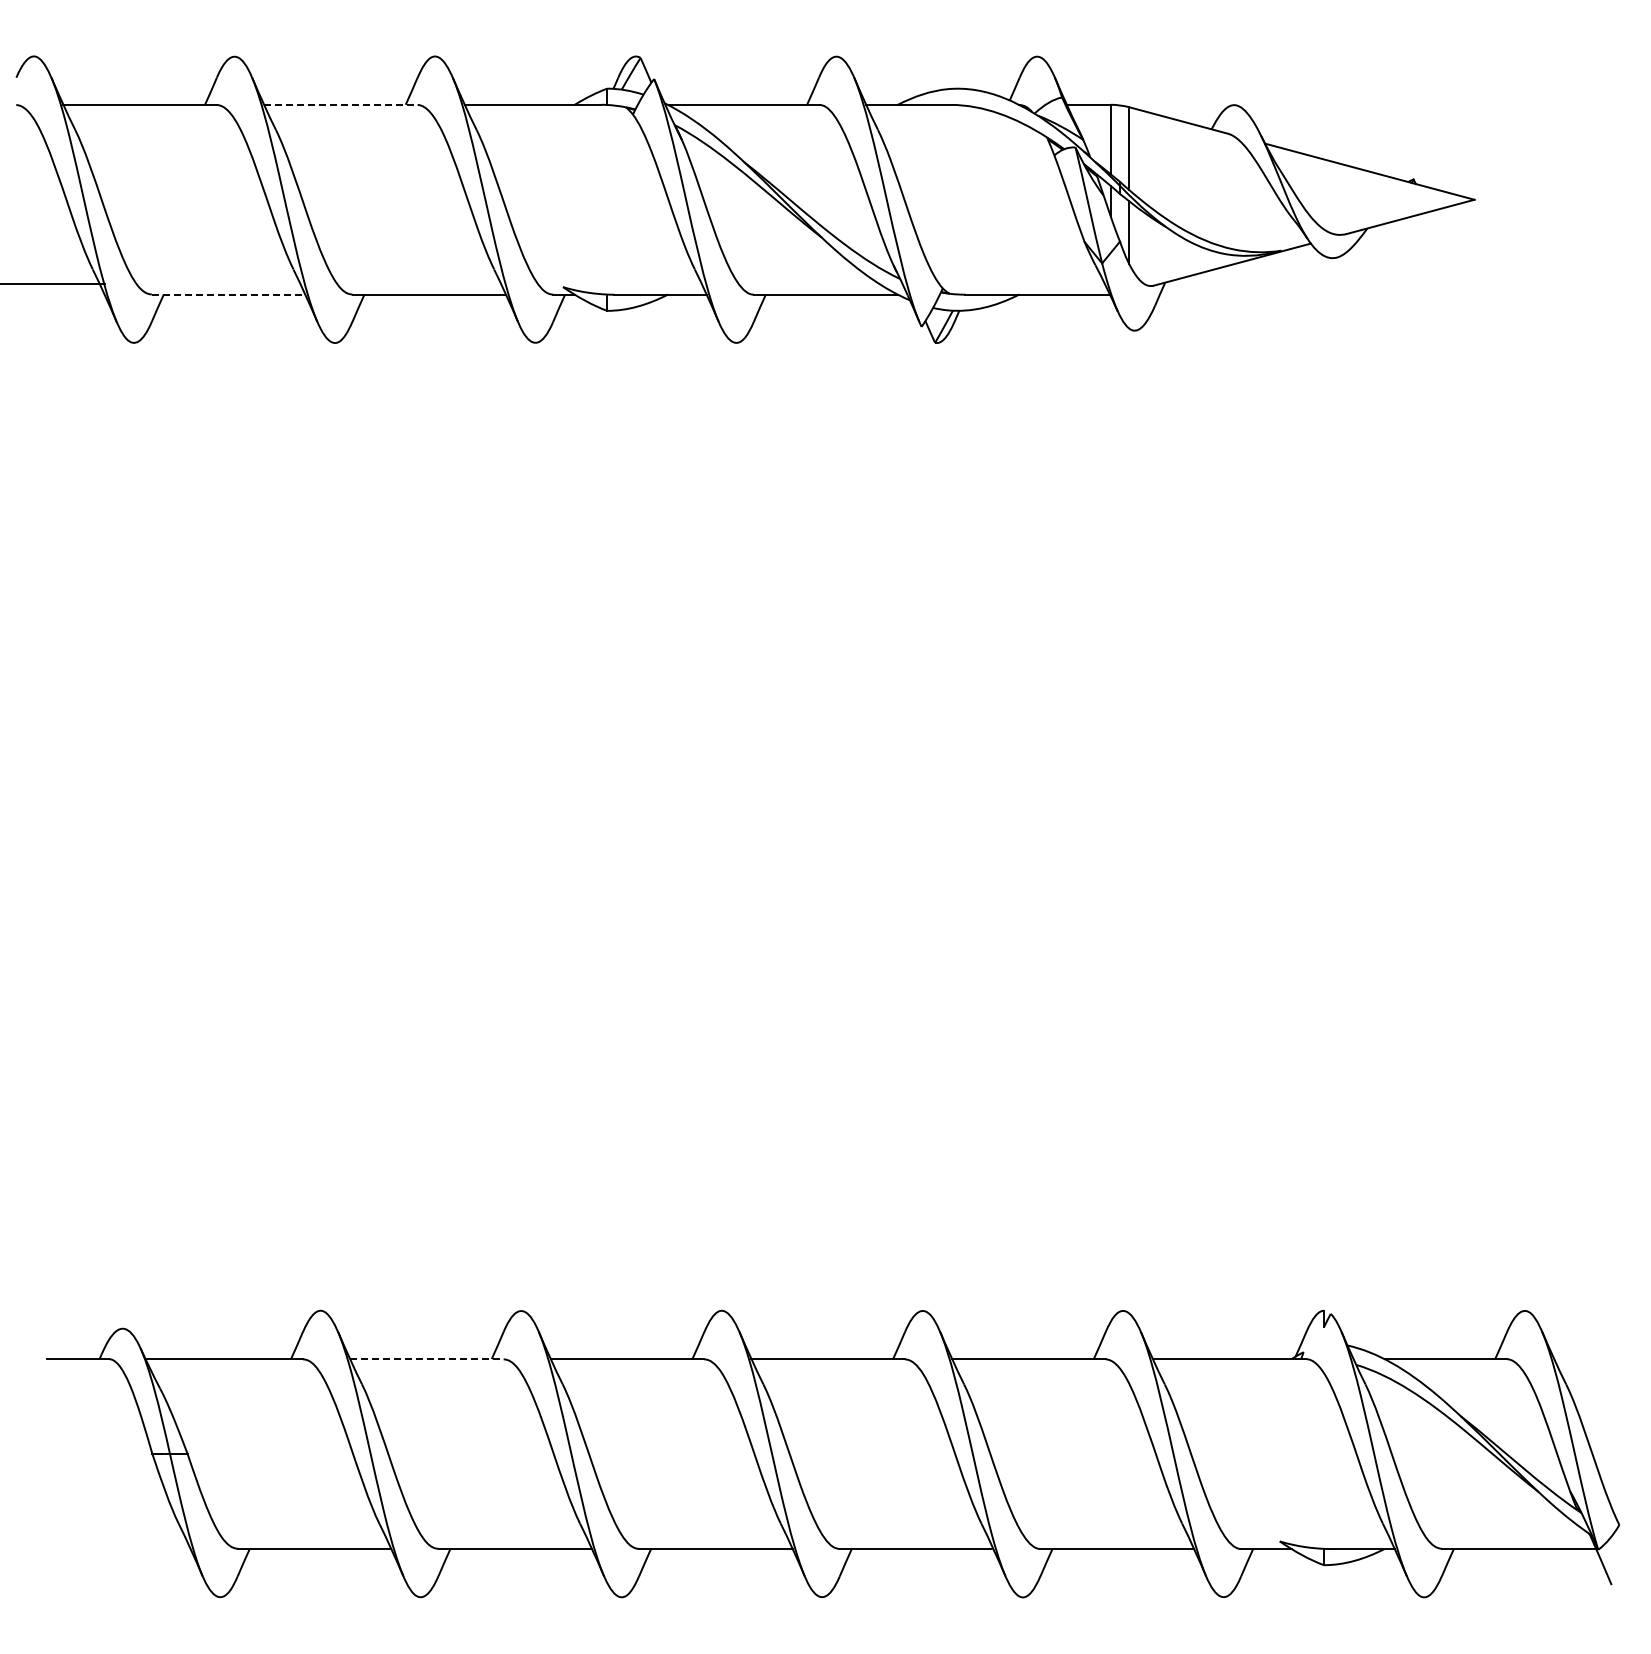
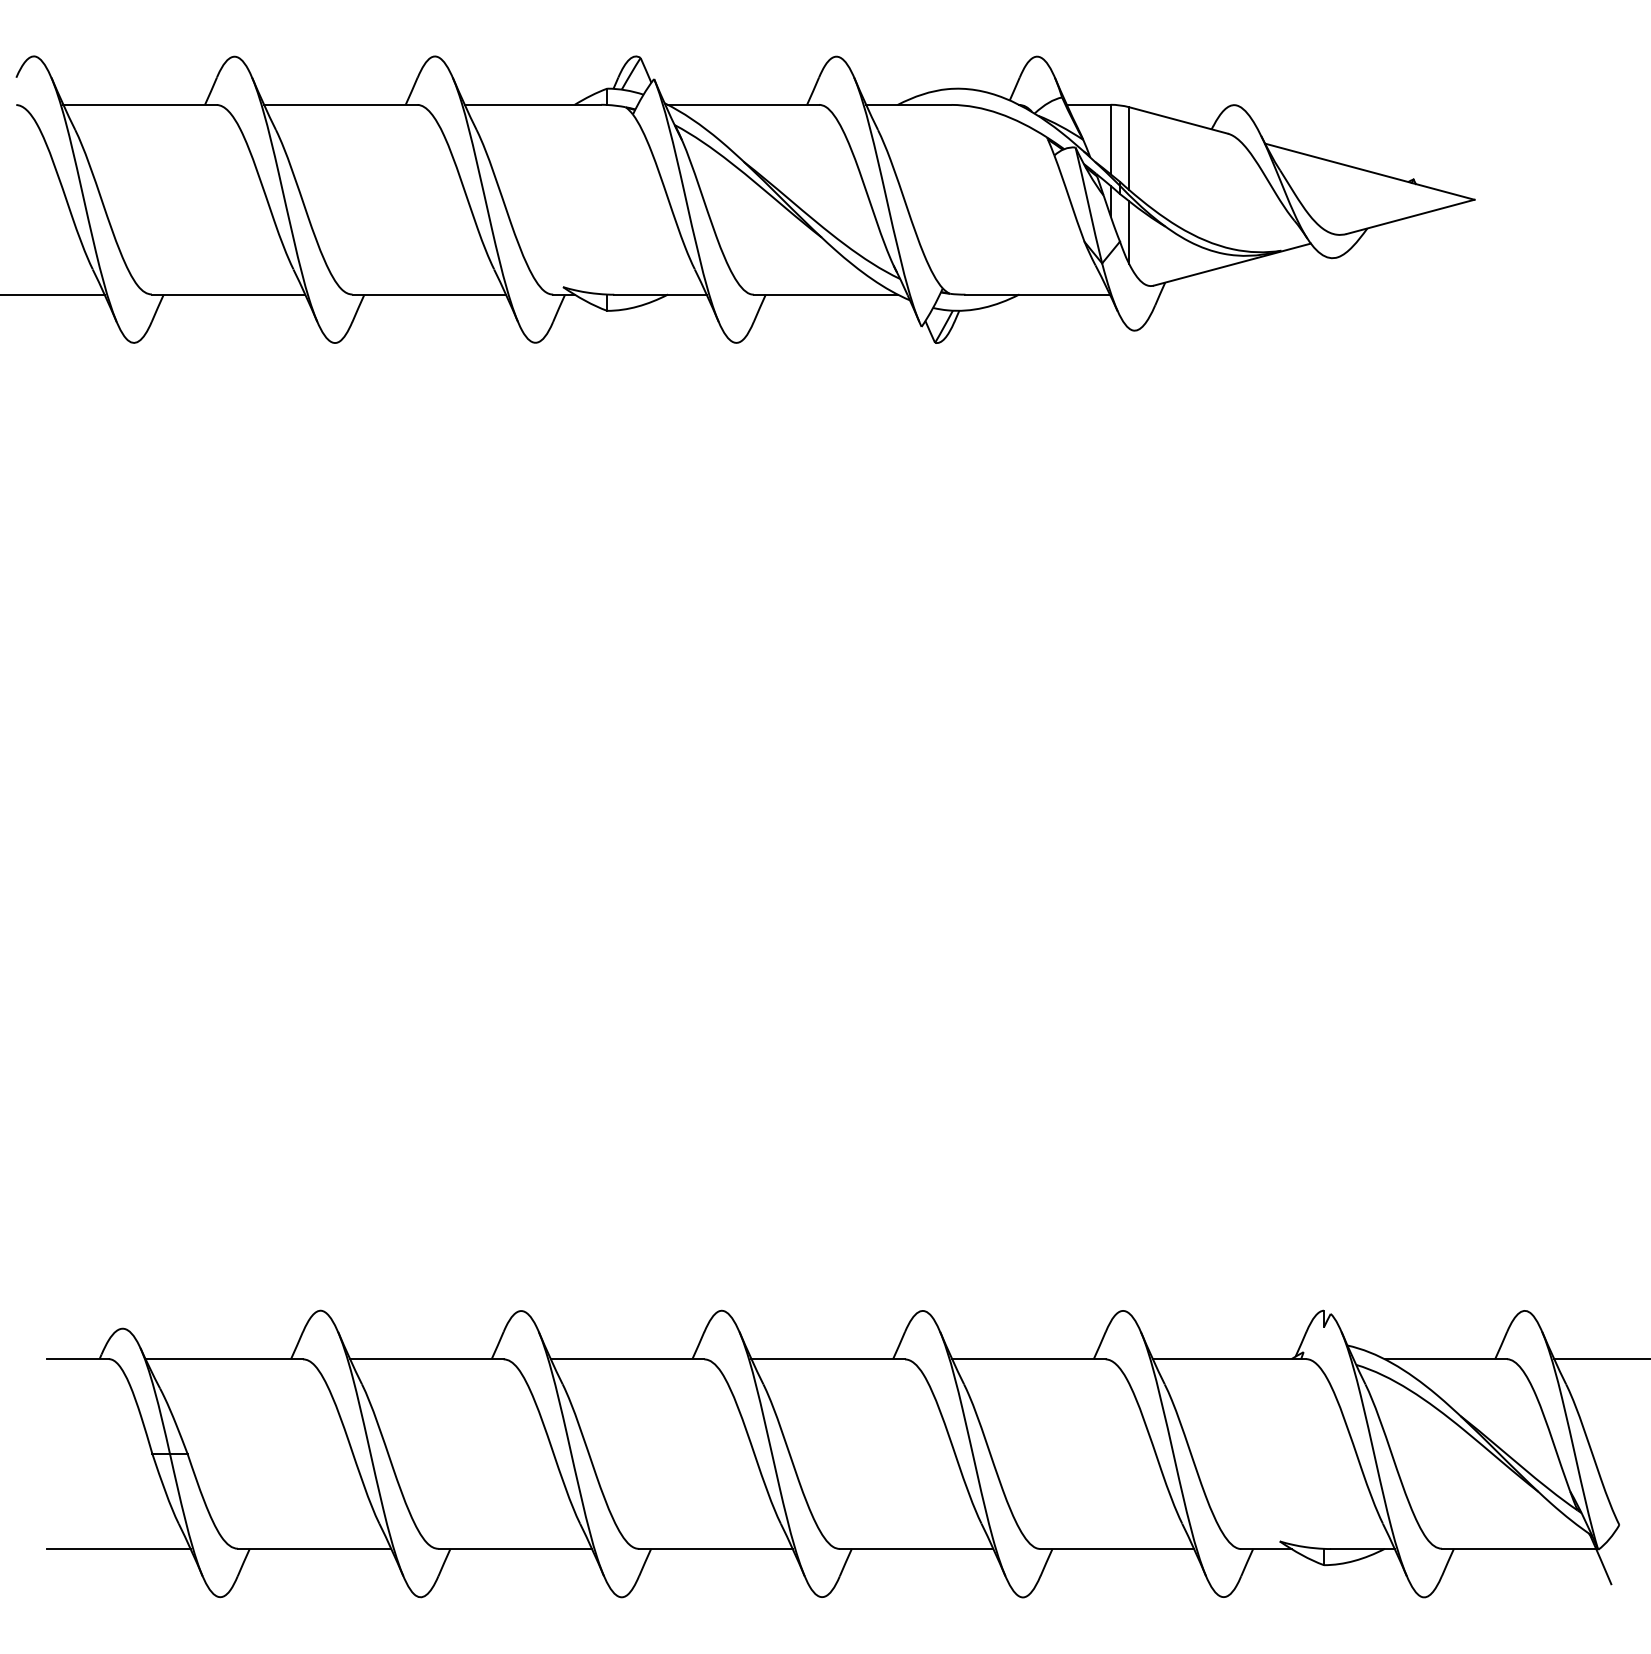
line at (340, 104): dashed -> solid
line at (53, 283) position: (53, 283) -> (53, 294)
line at (228, 294): dashed -> solid
line at (426, 1359): dashed -> solid
line at (1600, 1359): none -> present
line at (118, 1549): none -> present
